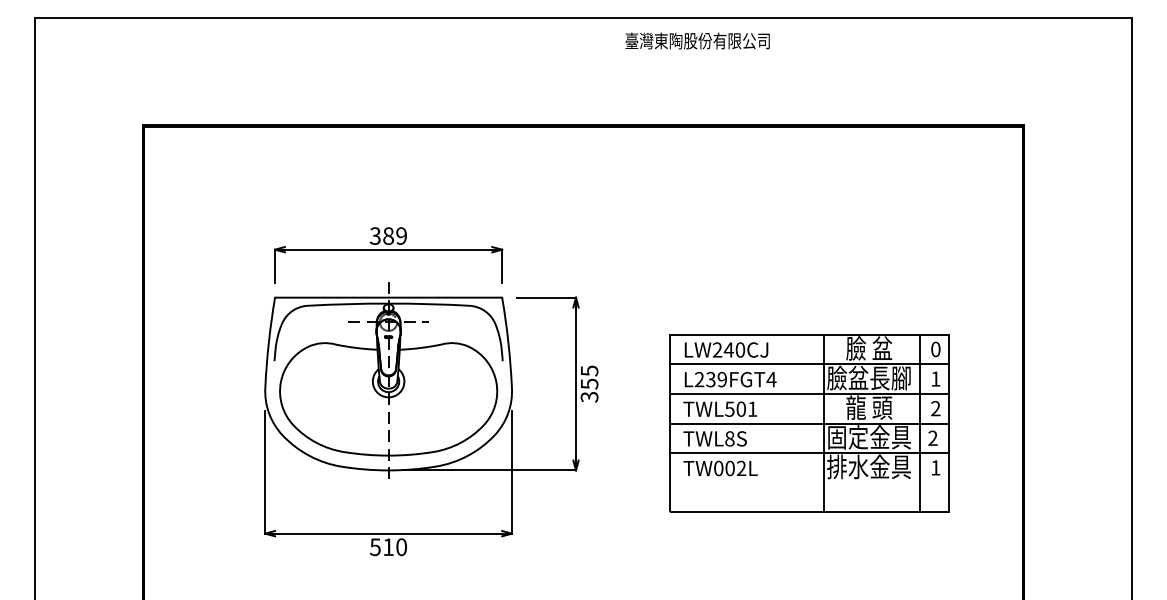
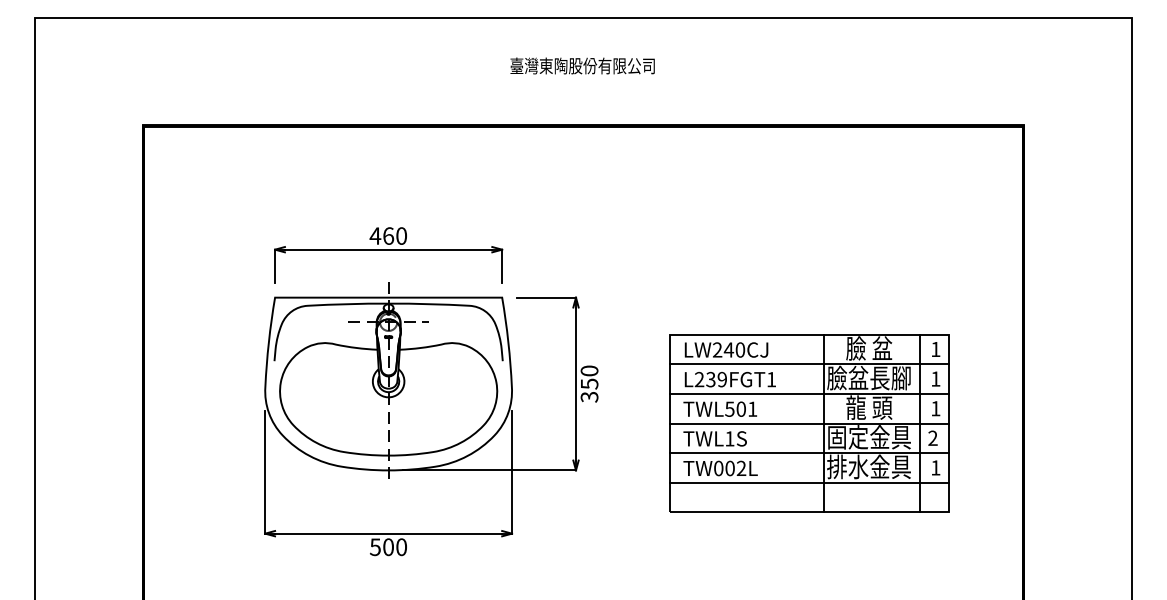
text at (697, 40) position: (697, 40) -> (582, 65)
text at (387, 235): 389 -> 460
text at (935, 349): 0 -> 1
text at (589, 370): 355 -> 350
text at (771, 379): L239FGT4 -> L239FGT1
text at (935, 408): 2 -> 1
text at (729, 438): TWL8S -> TWL1S
line at (809, 482): none -> present
text at (388, 547): 510 -> 500
